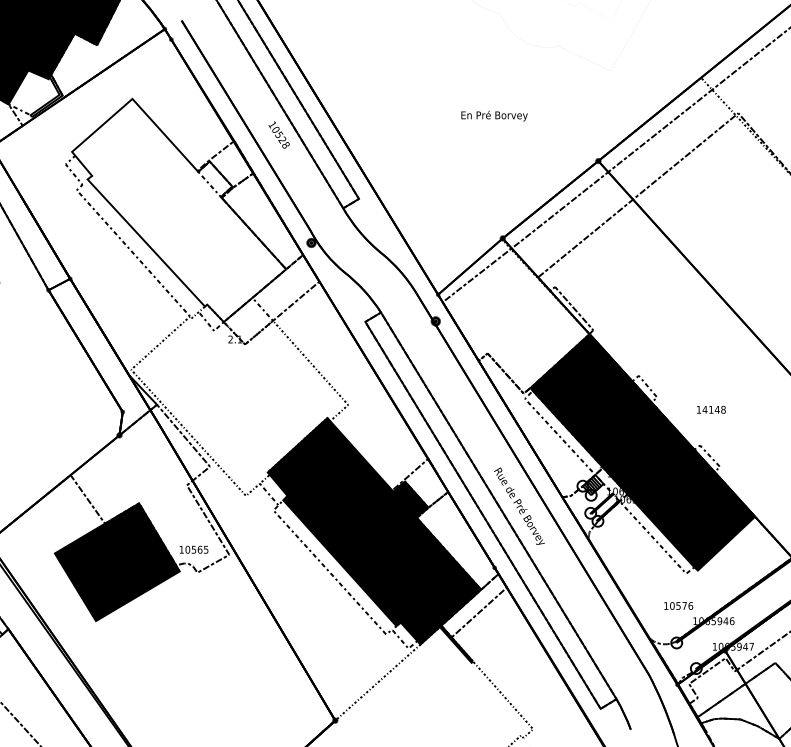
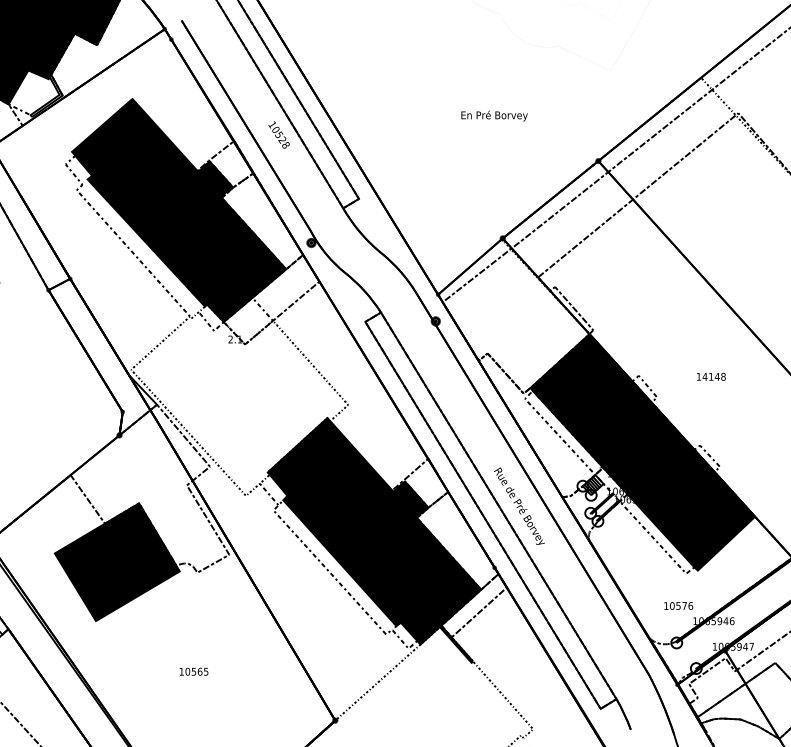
fill at (179, 210): none -> present
text at (711, 409) position: (711, 409) -> (711, 376)
text at (193, 549) position: (193, 549) -> (193, 671)
